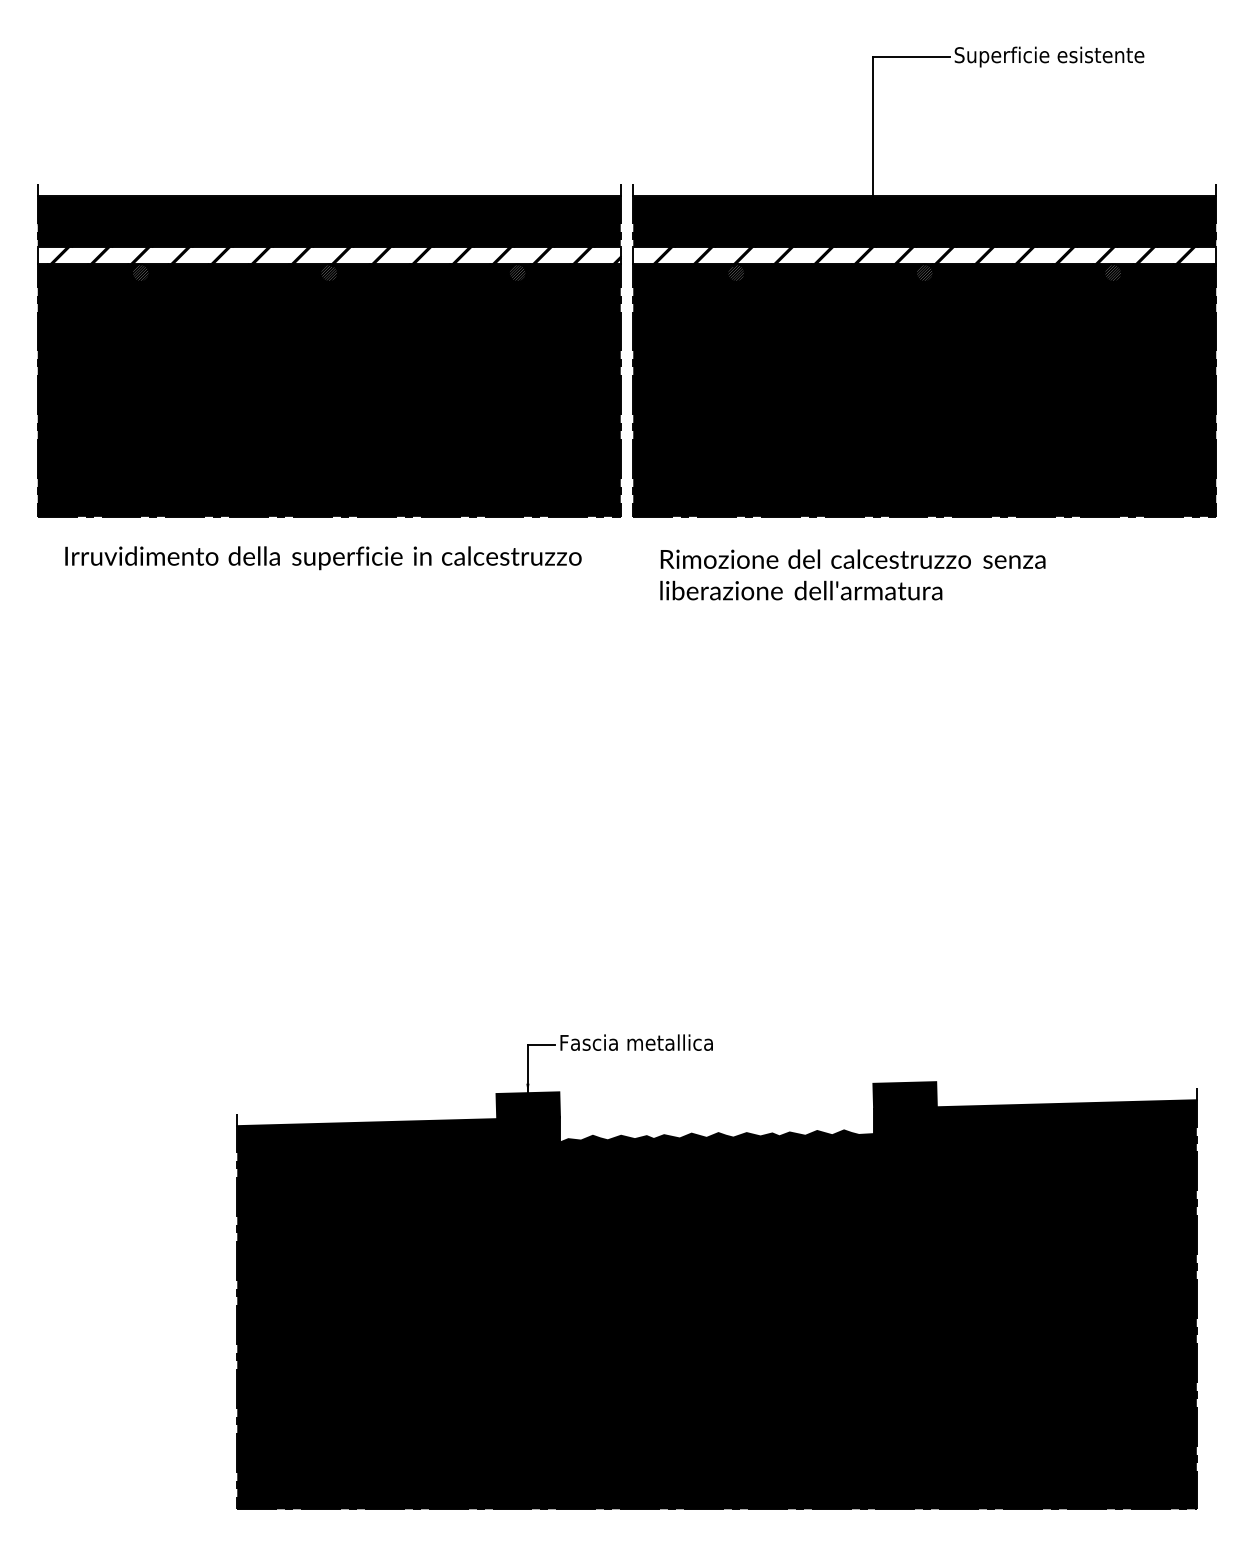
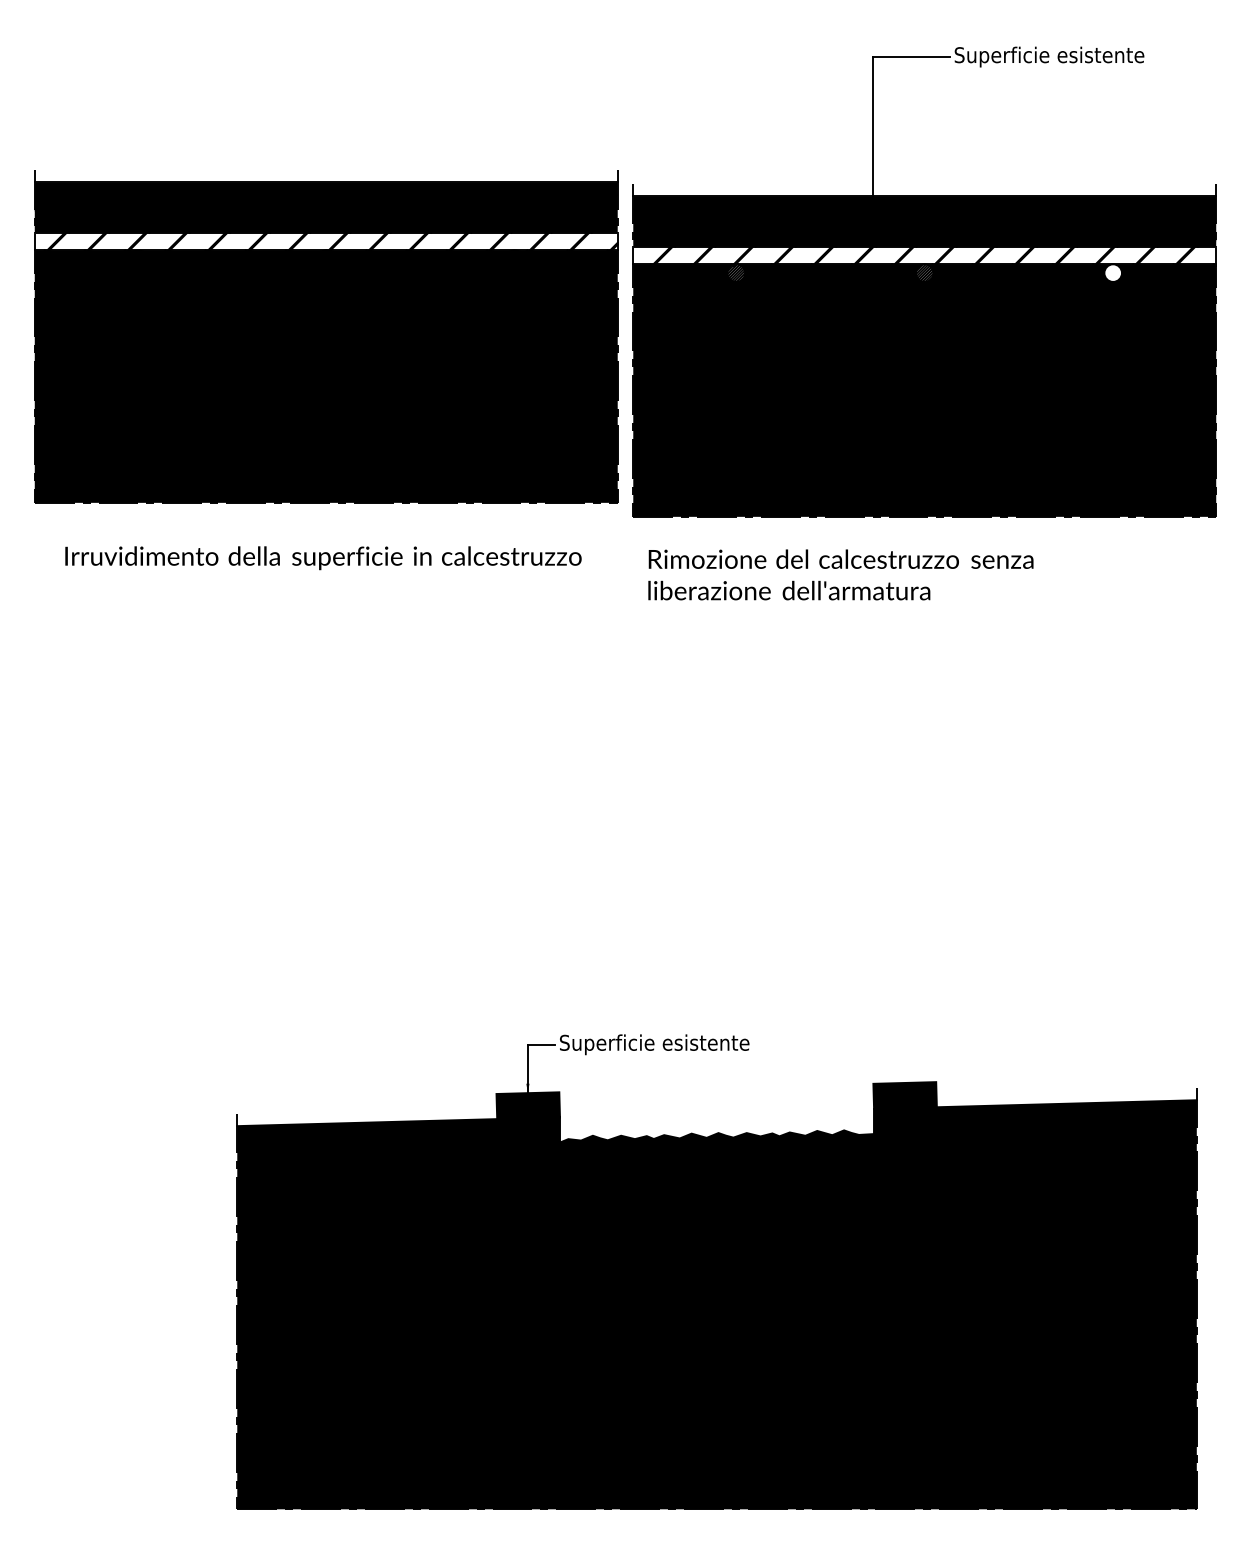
hatch at (1112, 272): present -> none
part at (329, 350) position: (329, 350) -> (326, 336)
text at (852, 574) position: (852, 574) -> (840, 574)
text at (654, 1044): Fascia metallica -> Superficie esistente
